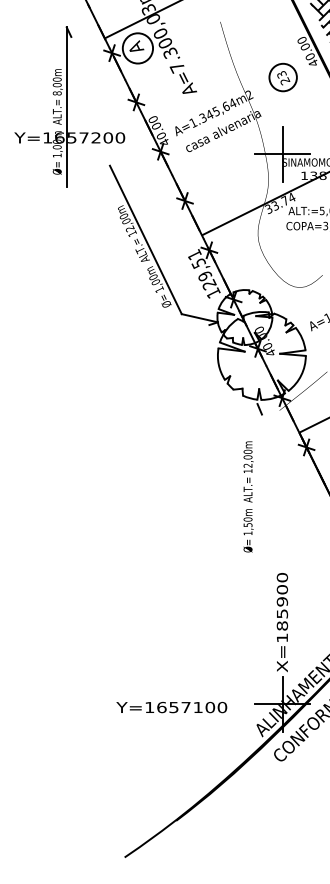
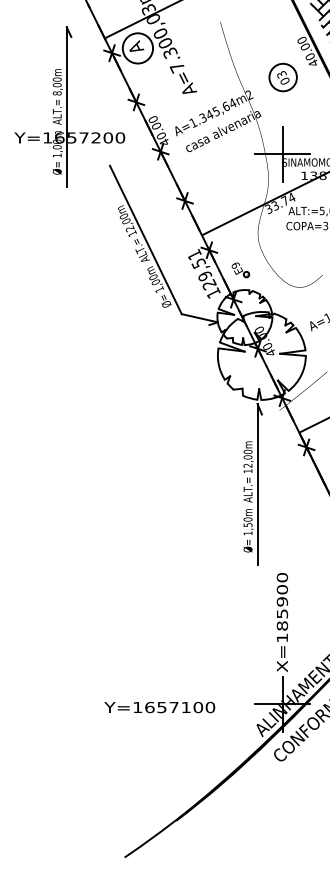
text at (285, 81): 23 -> 03
part at (240, 270): none -> present
line at (257, 484): none -> present
text at (171, 707) position: (171, 707) -> (159, 707)
